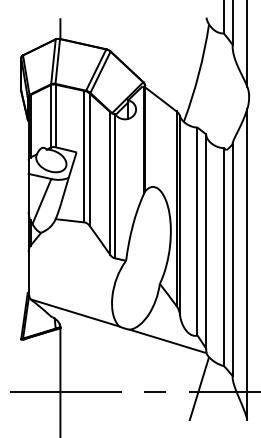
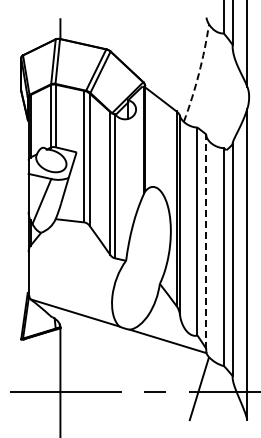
arc at (198, 73): solid -> dashed
line at (206, 241): solid -> dashed
